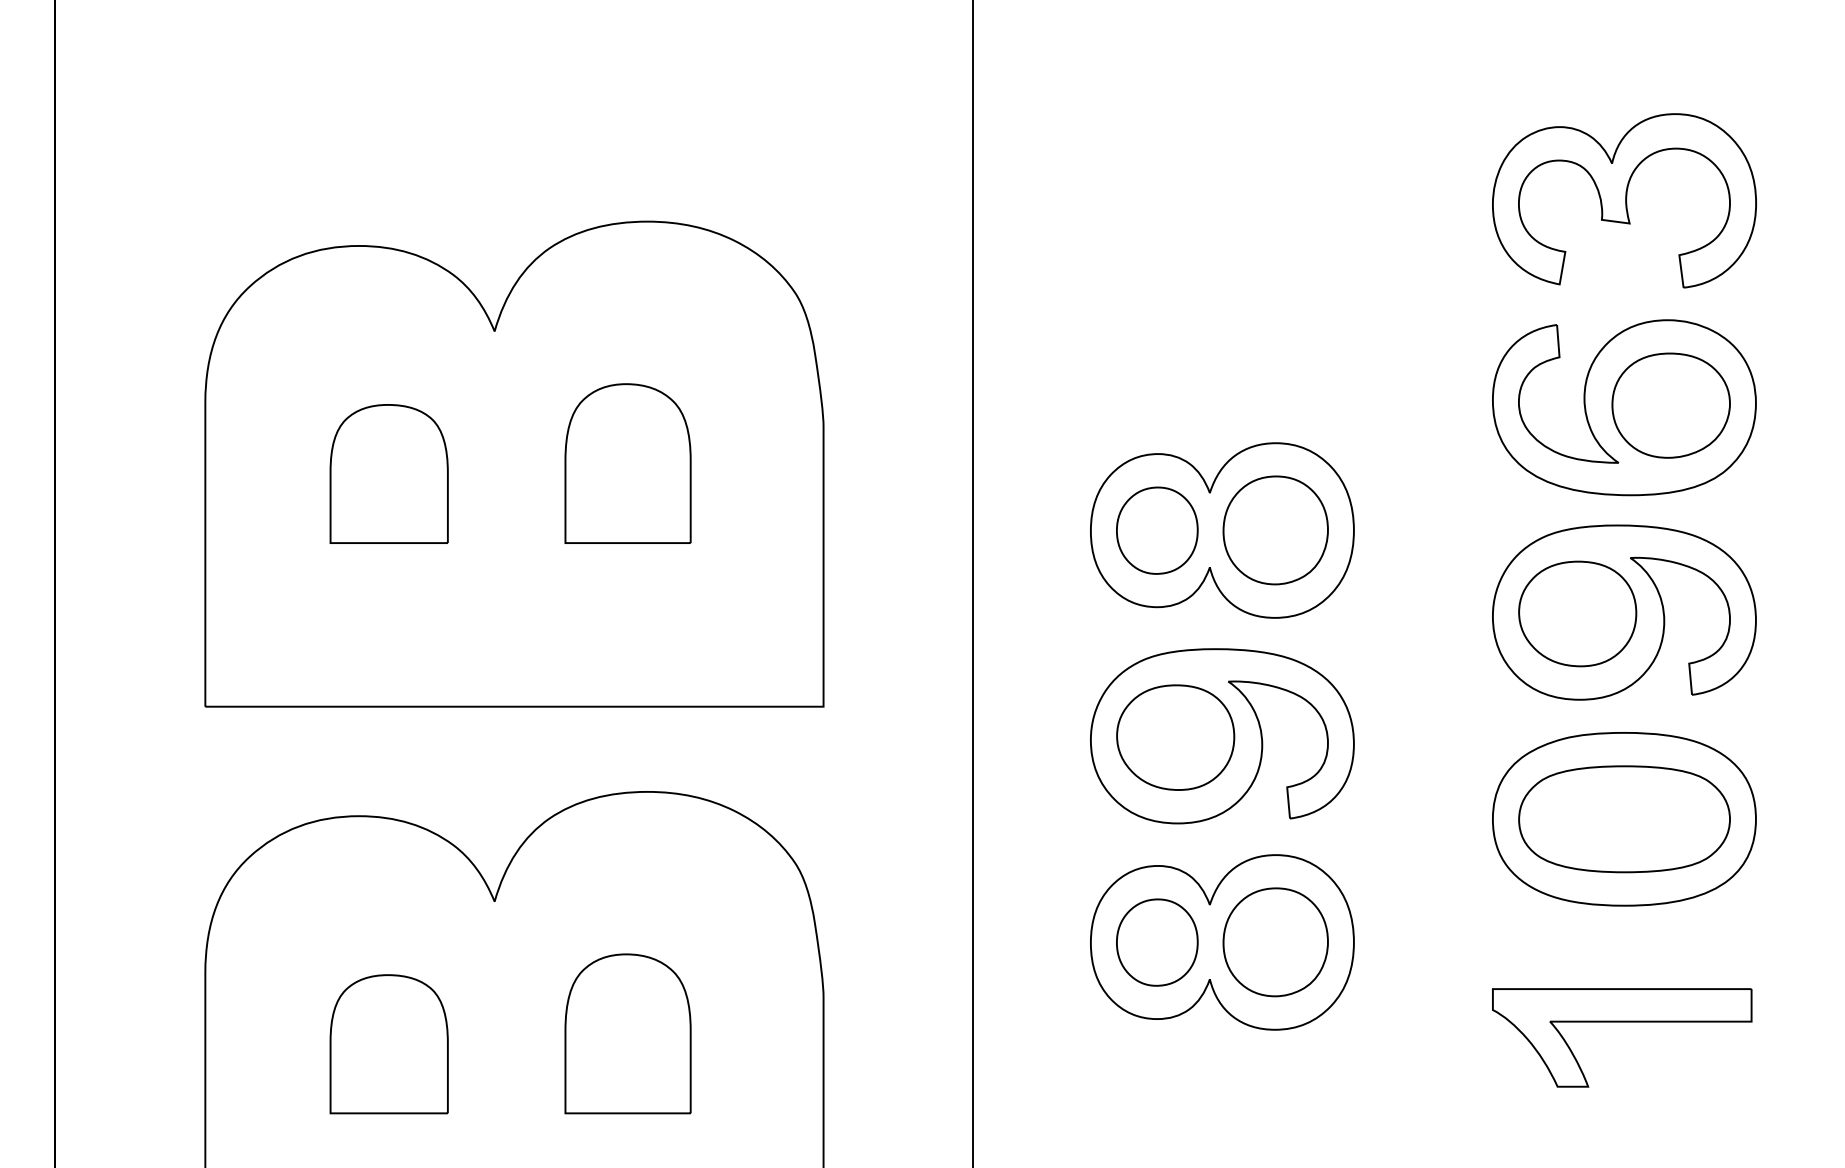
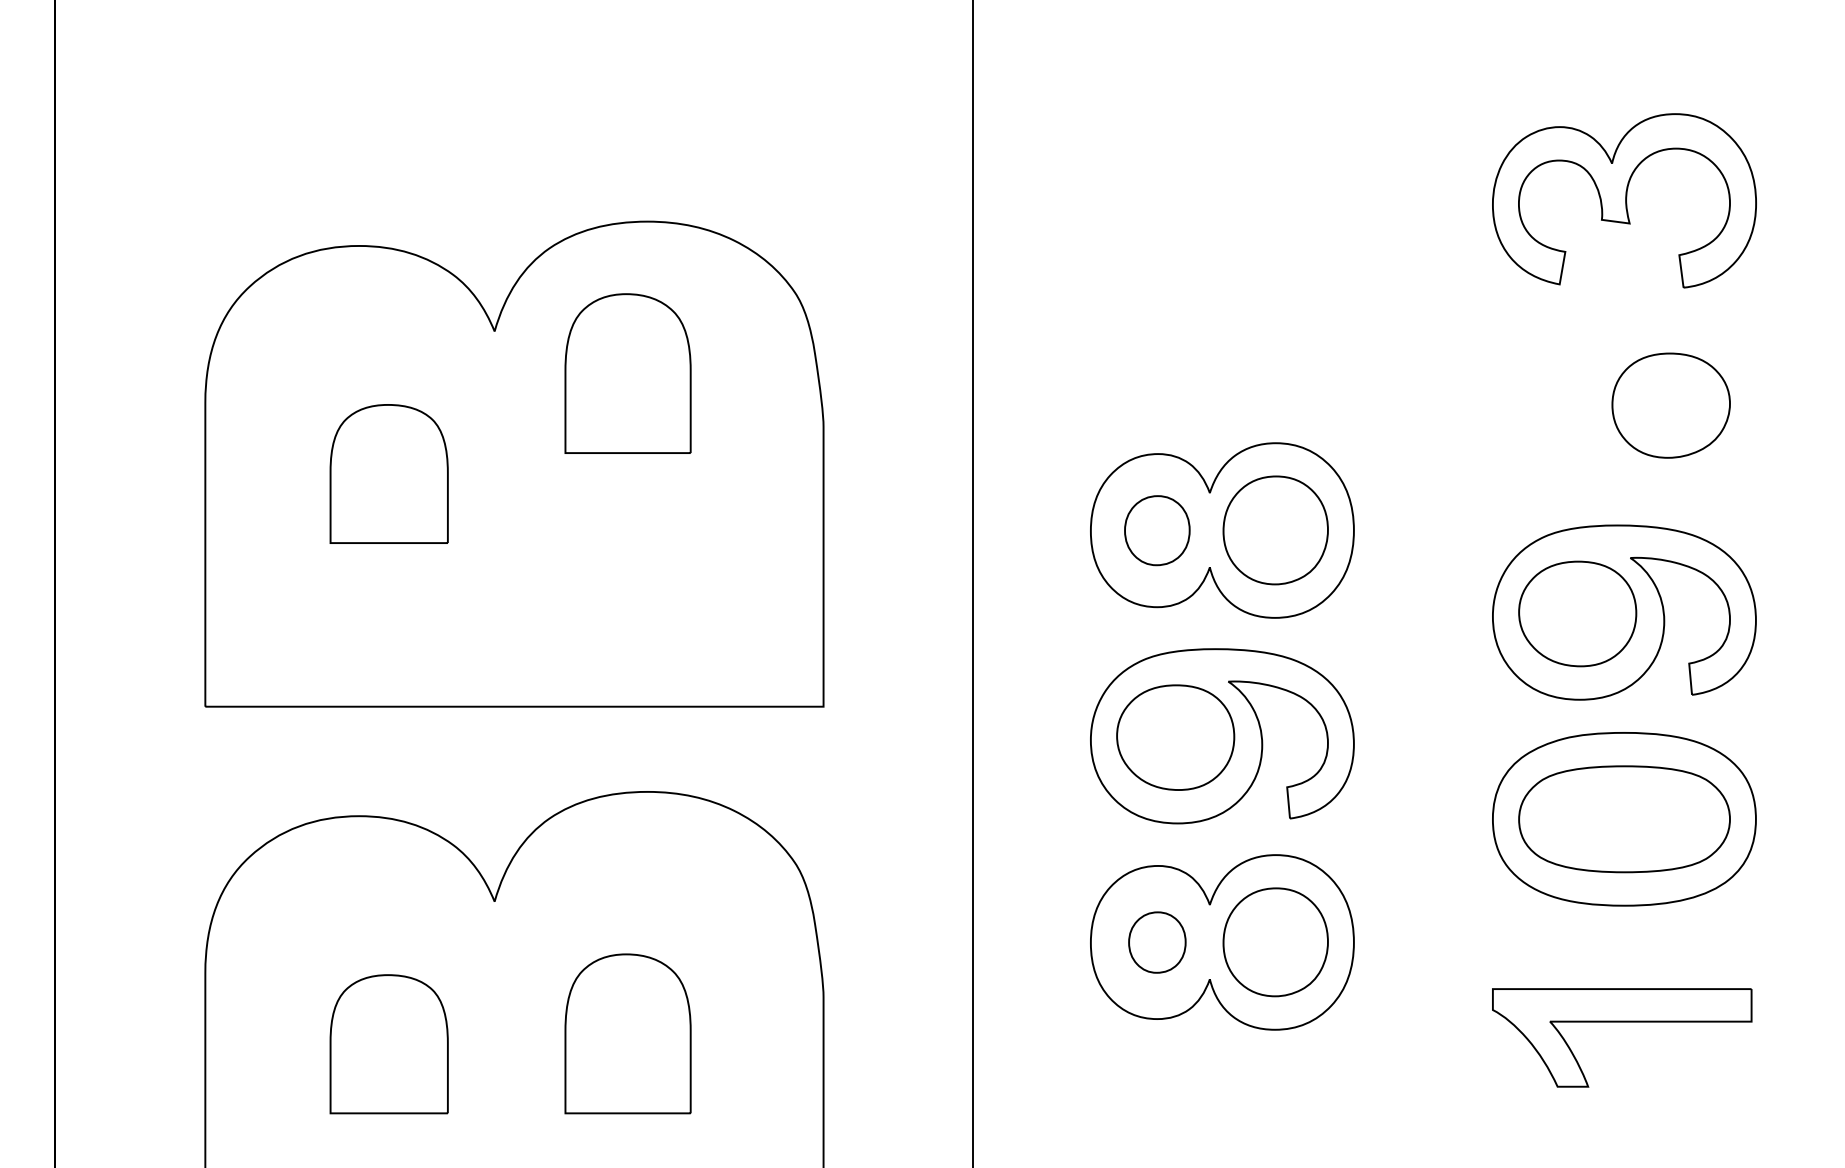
part at (1624, 407): present -> none
part at (627, 463) position: (627, 463) -> (627, 373)
part at (1157, 530) size: 83x89 px -> 67x72 px
part at (1157, 942) size: 83x89 px -> 59x63 px
